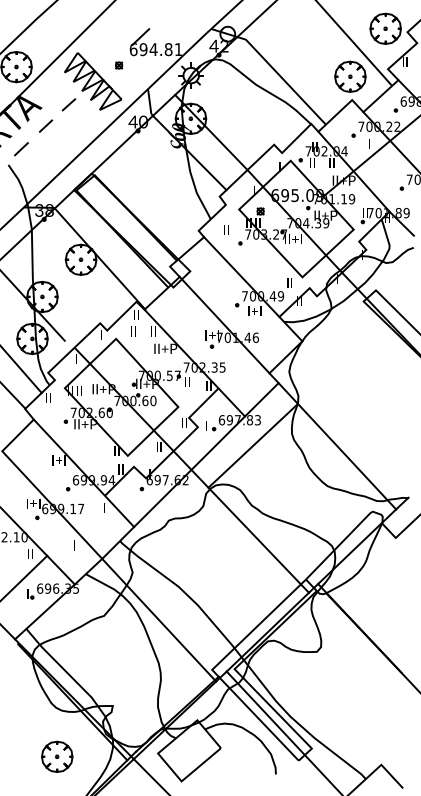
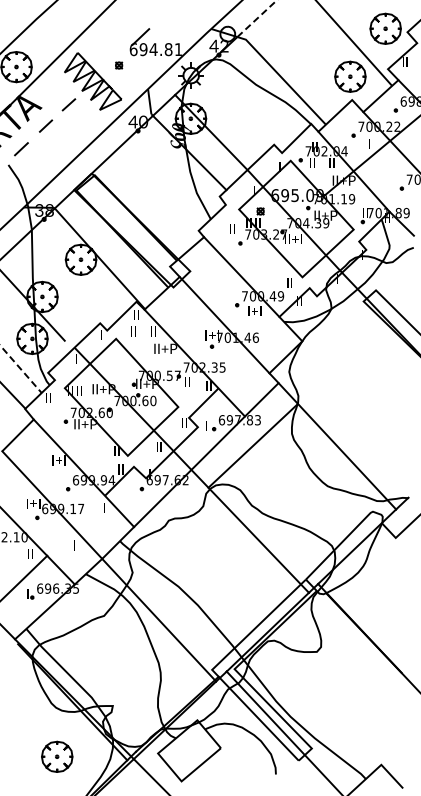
line at (257, 18): solid -> dashed
text at (226, 229) position: (226, 229) -> (232, 228)
line at (21, 369): solid -> dashed
